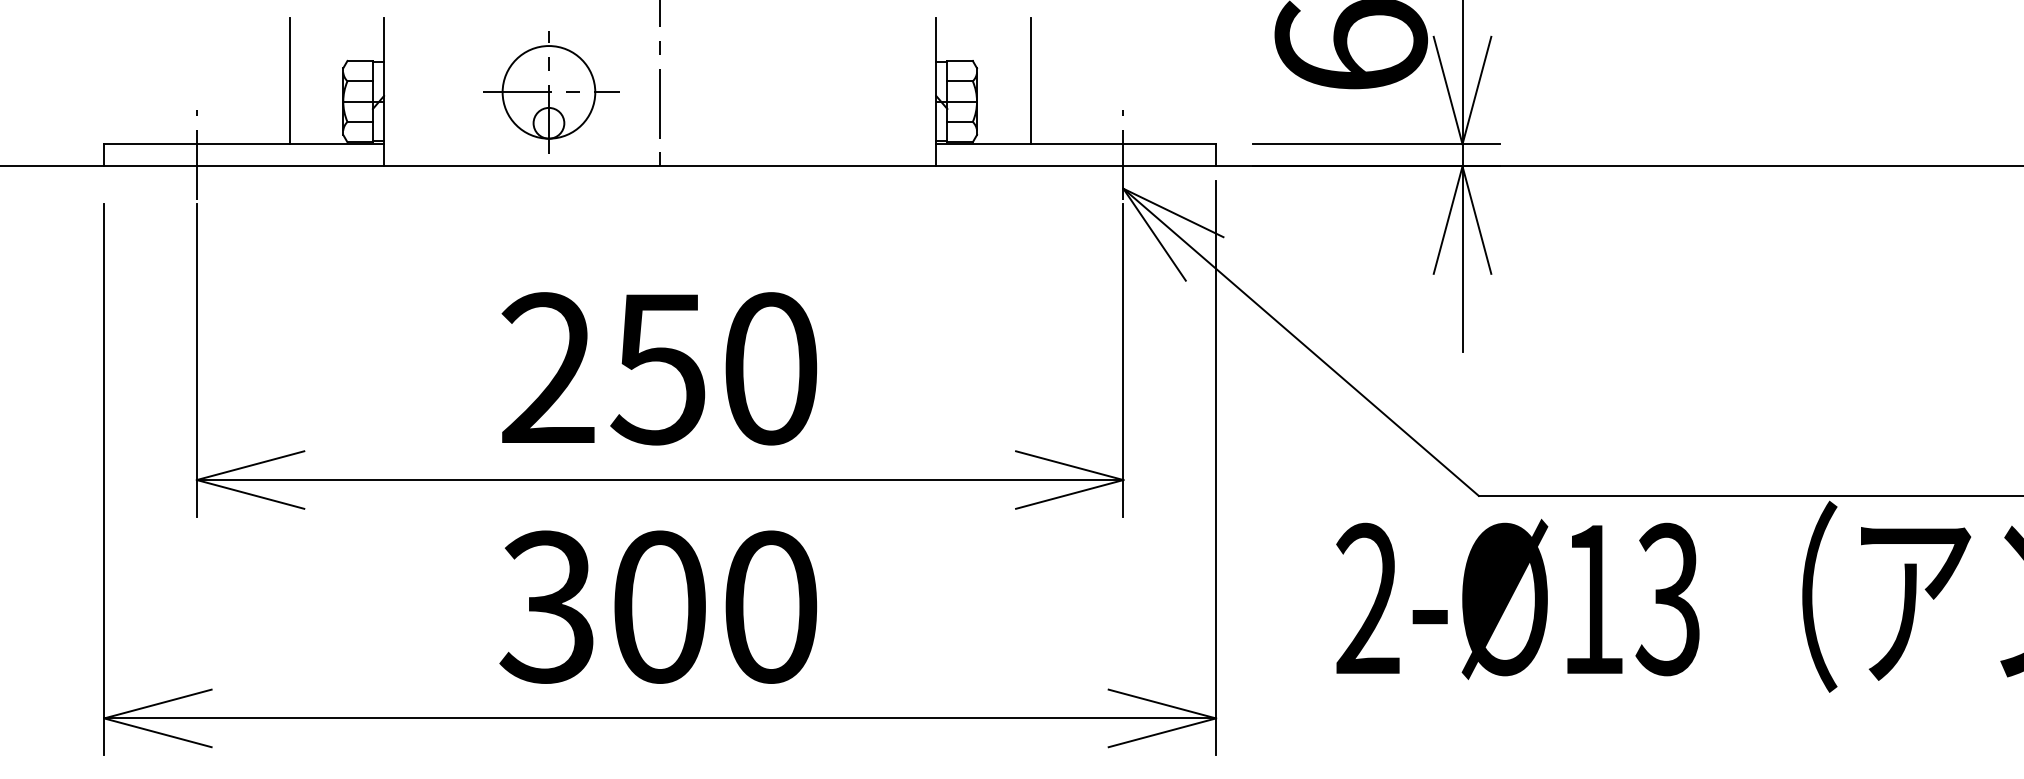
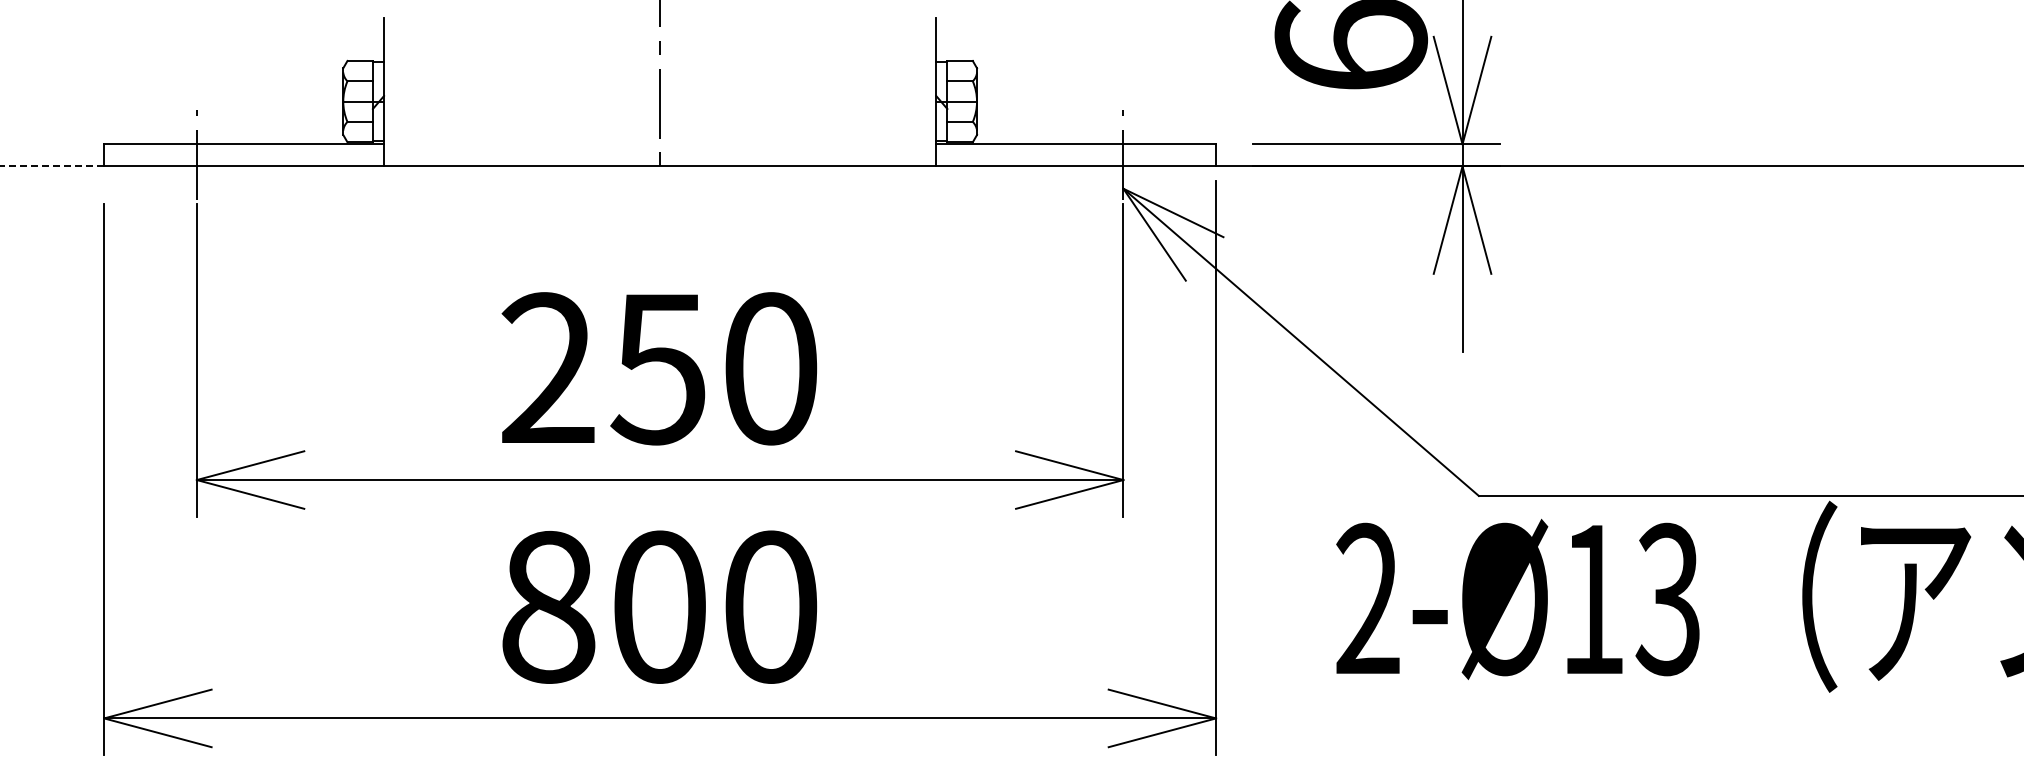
line at (289, 81): present -> none
line at (1030, 81): present -> none
part at (551, 92): present -> none
line at (52, 166): solid -> dashed
text at (547, 606): 300 -> 800
